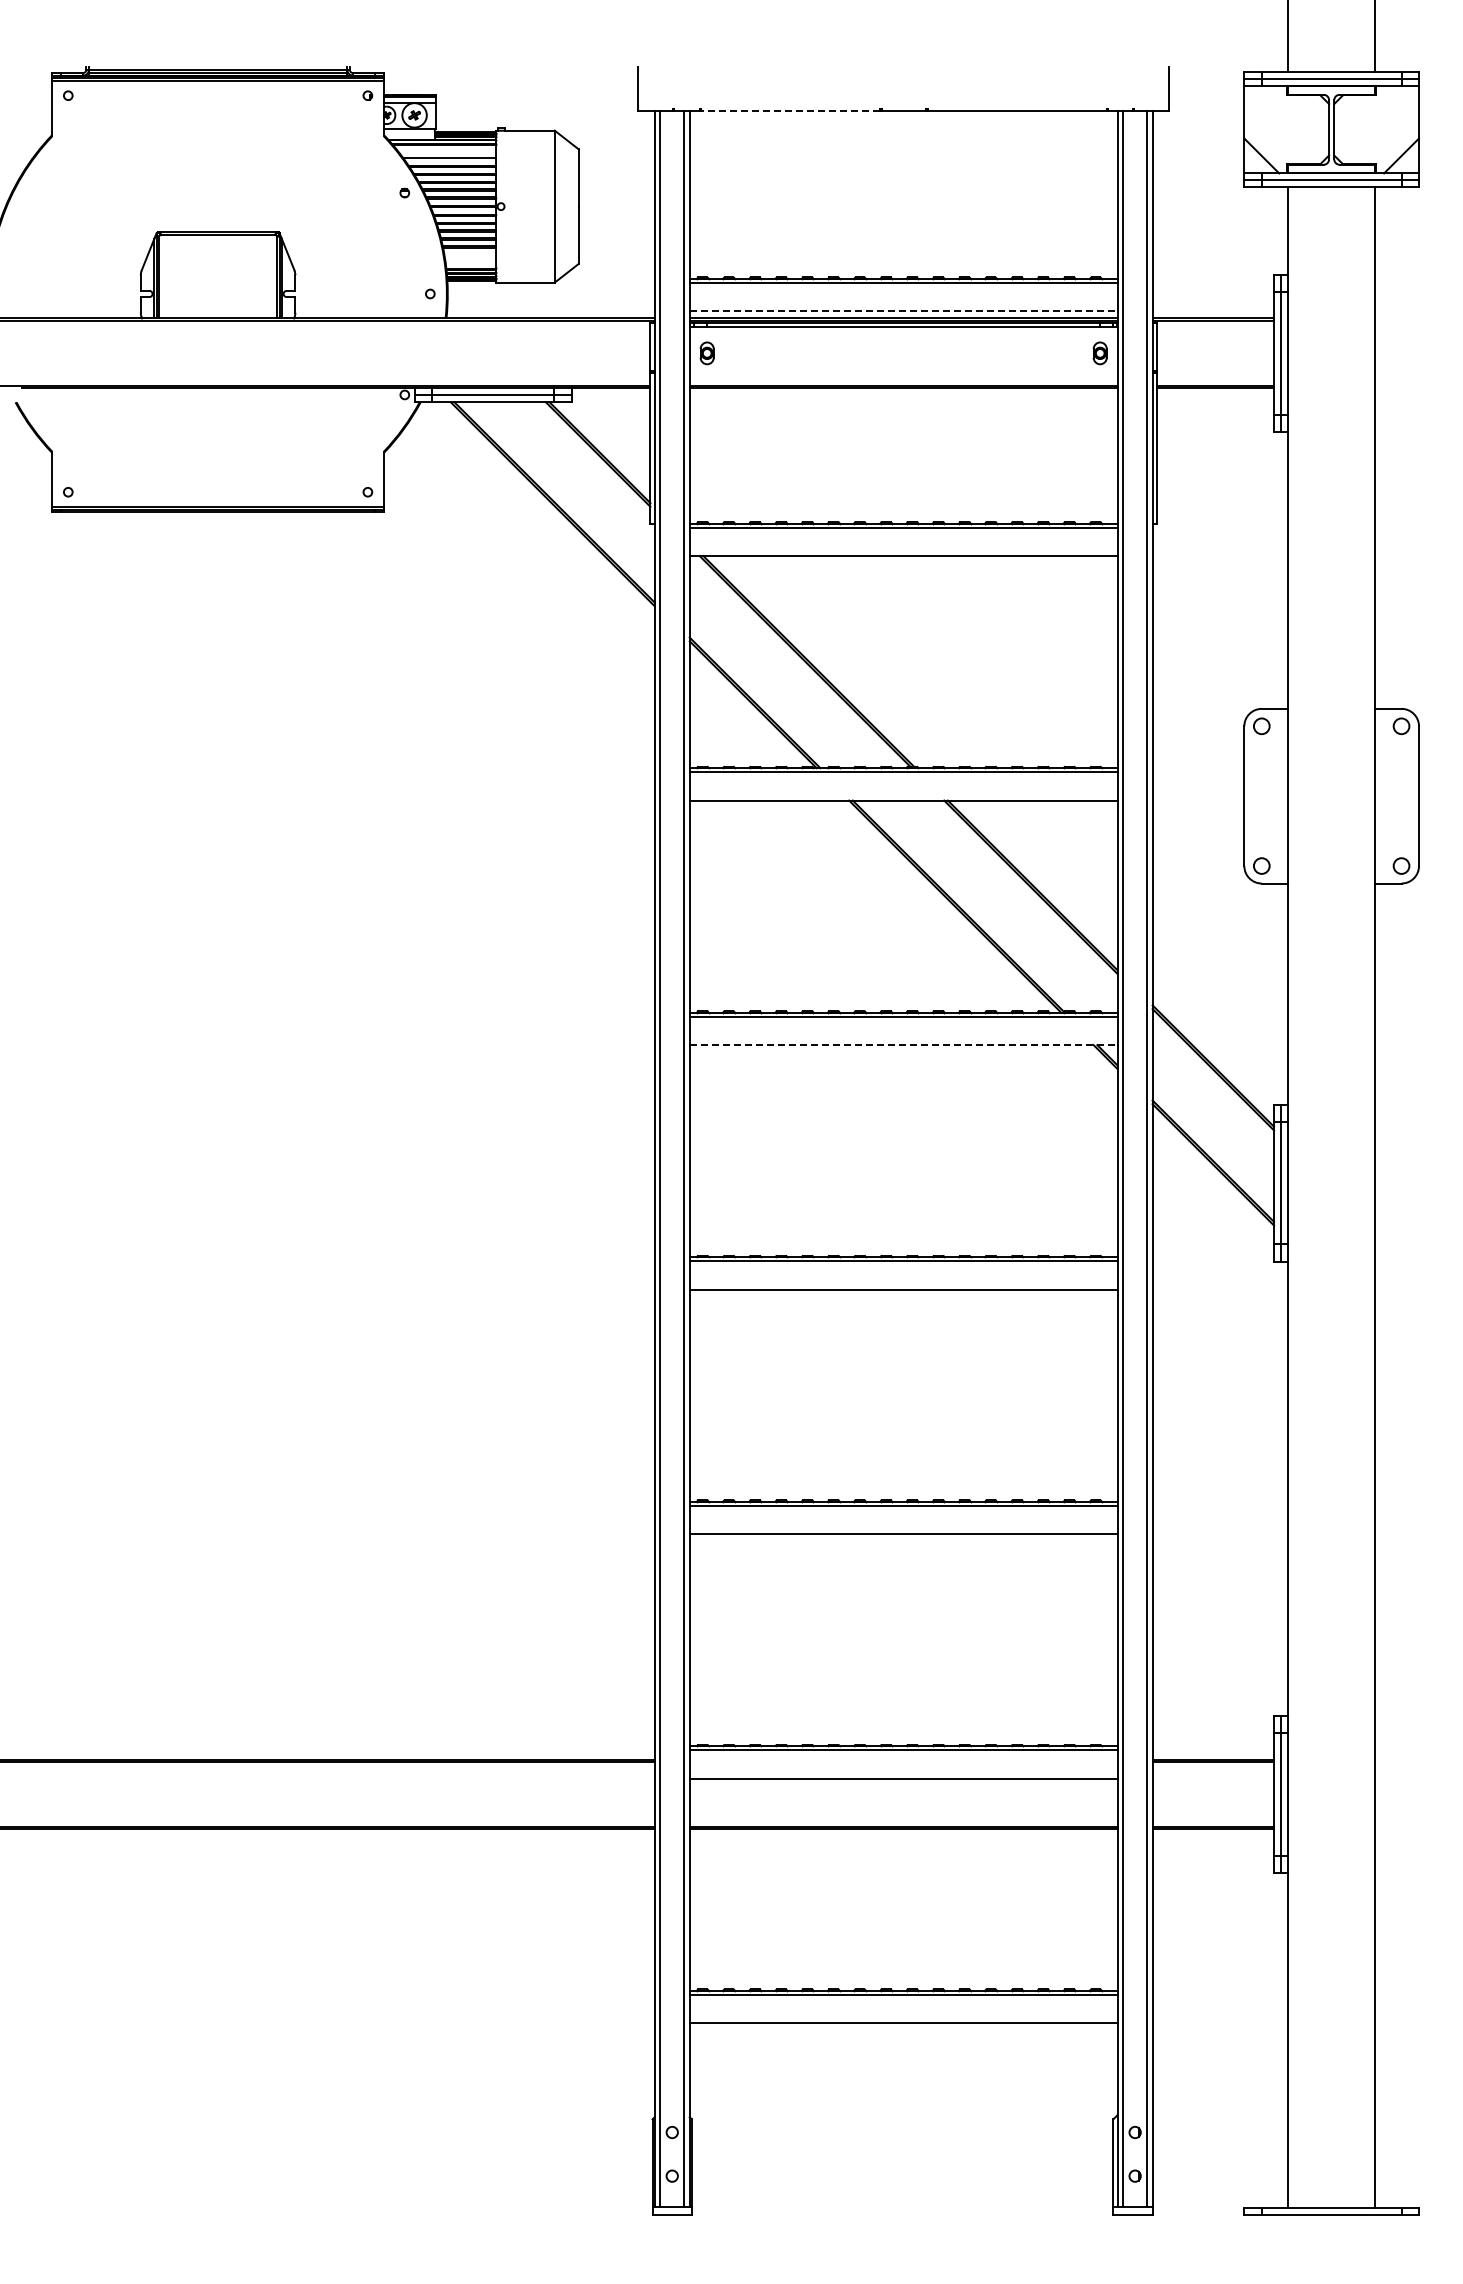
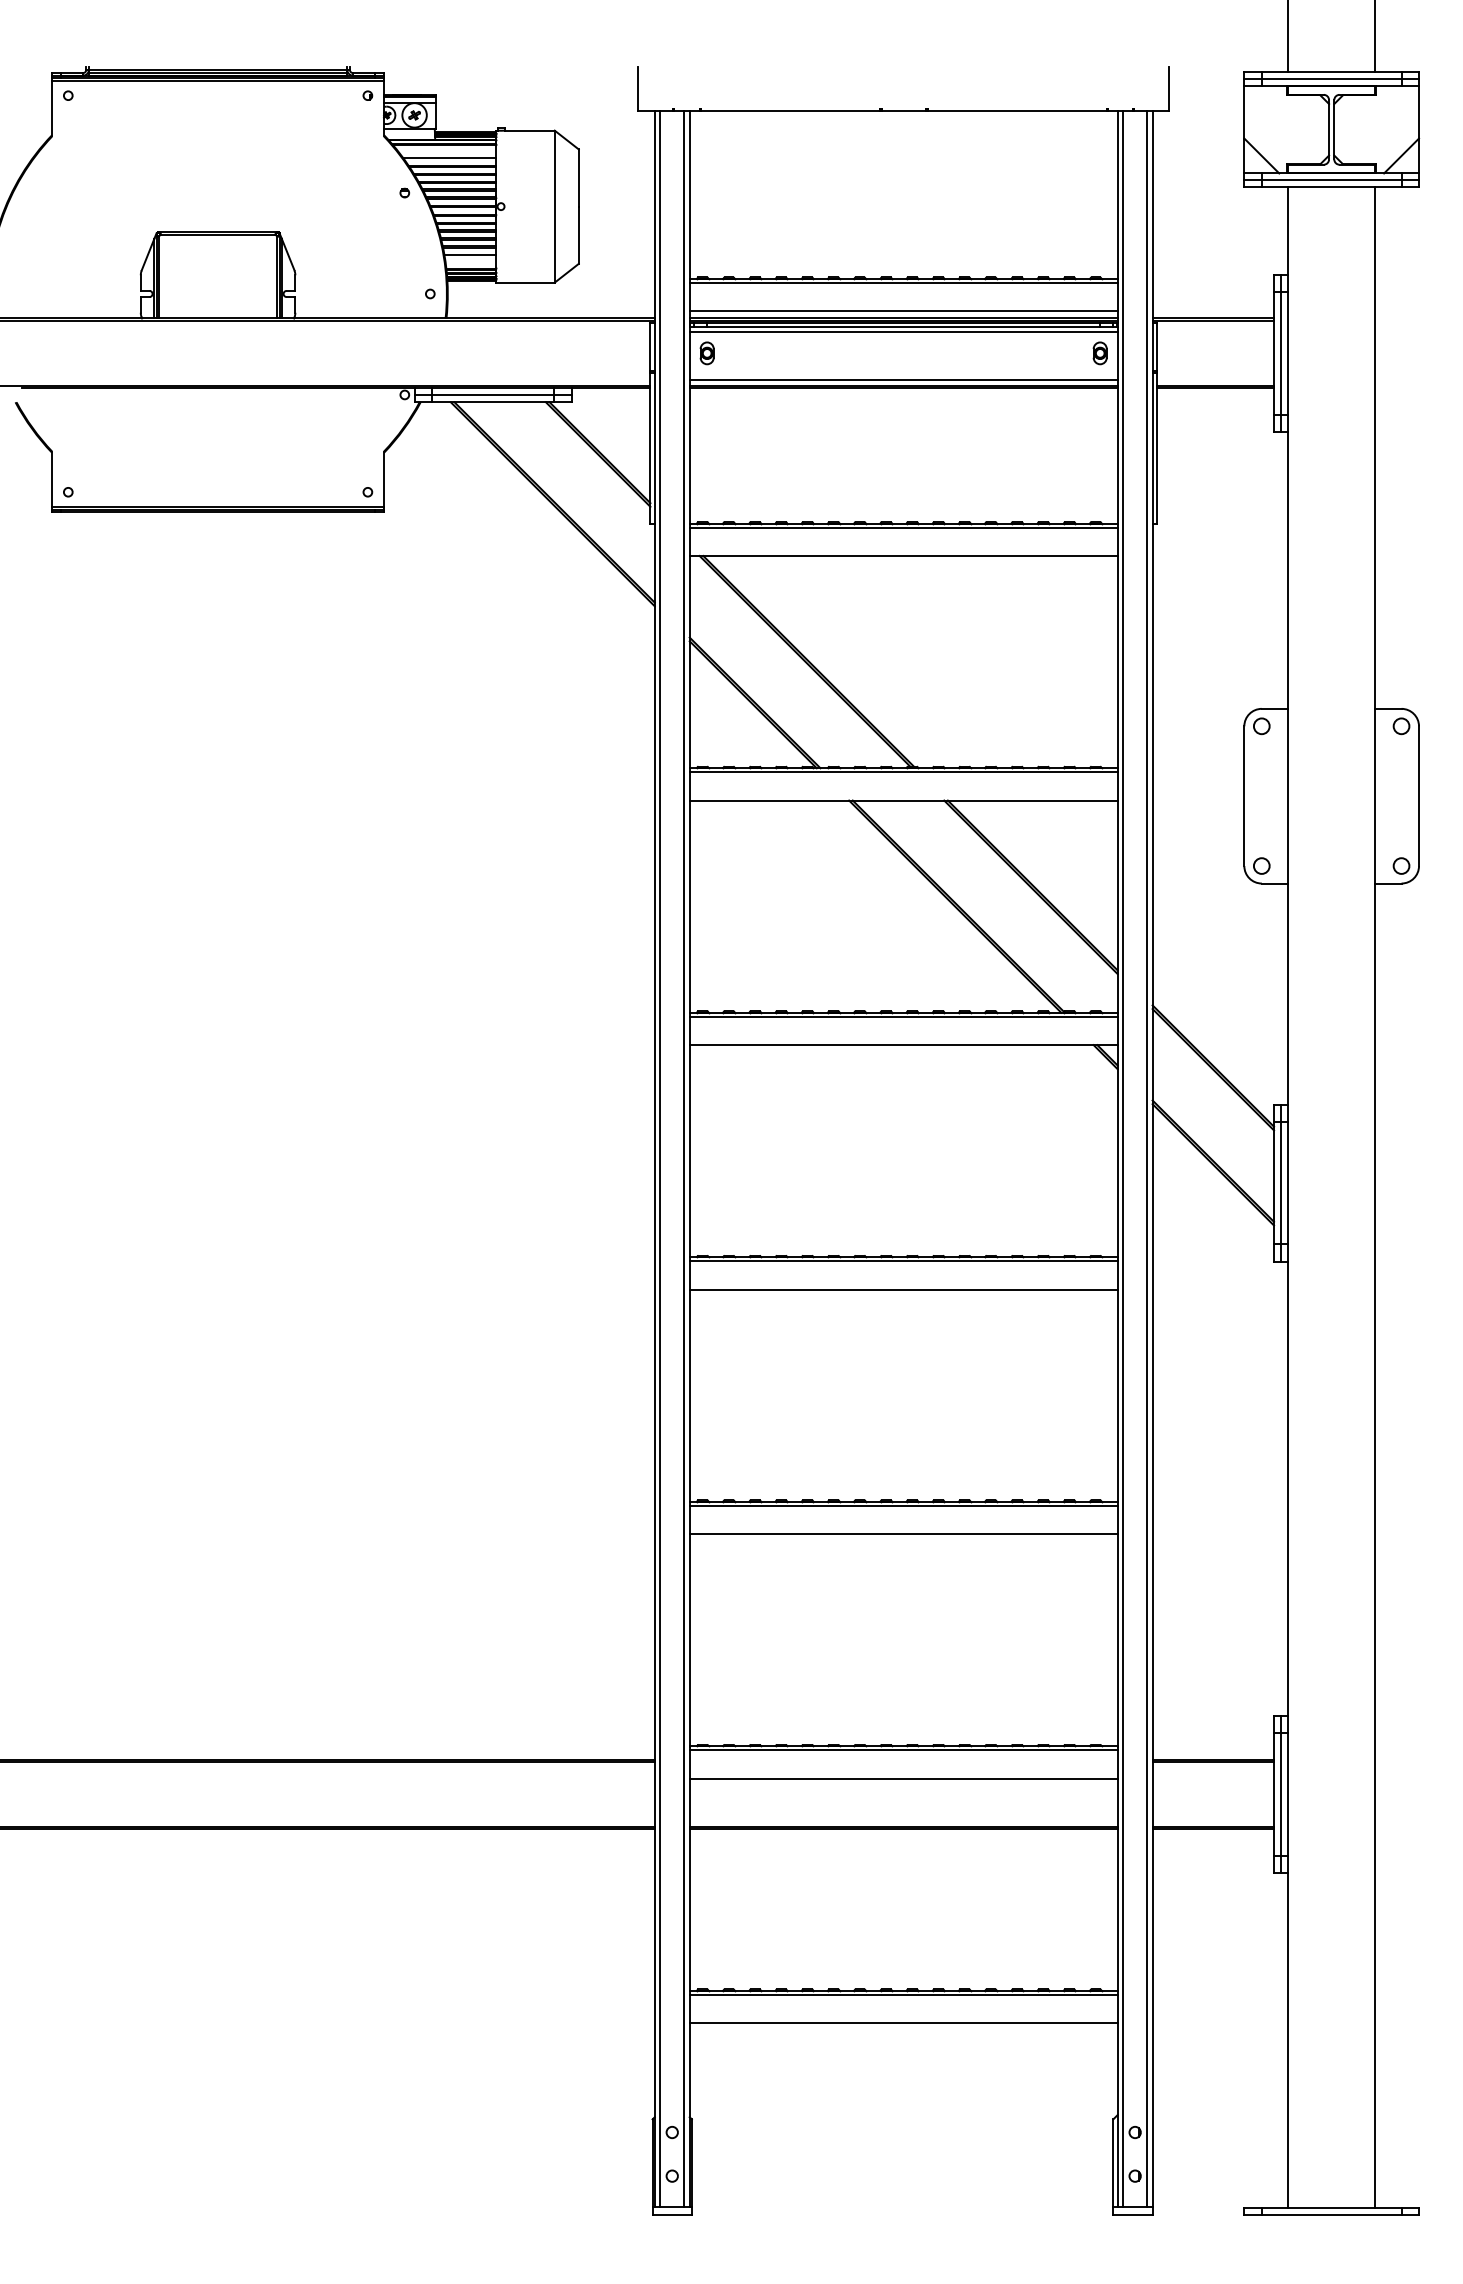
line at (790, 110): dashed -> solid
line at (470, 255): none -> present
line at (903, 311): dashed -> solid
line at (903, 331): none -> present
line at (903, 379): none -> present
line at (903, 1045): dashed -> solid
